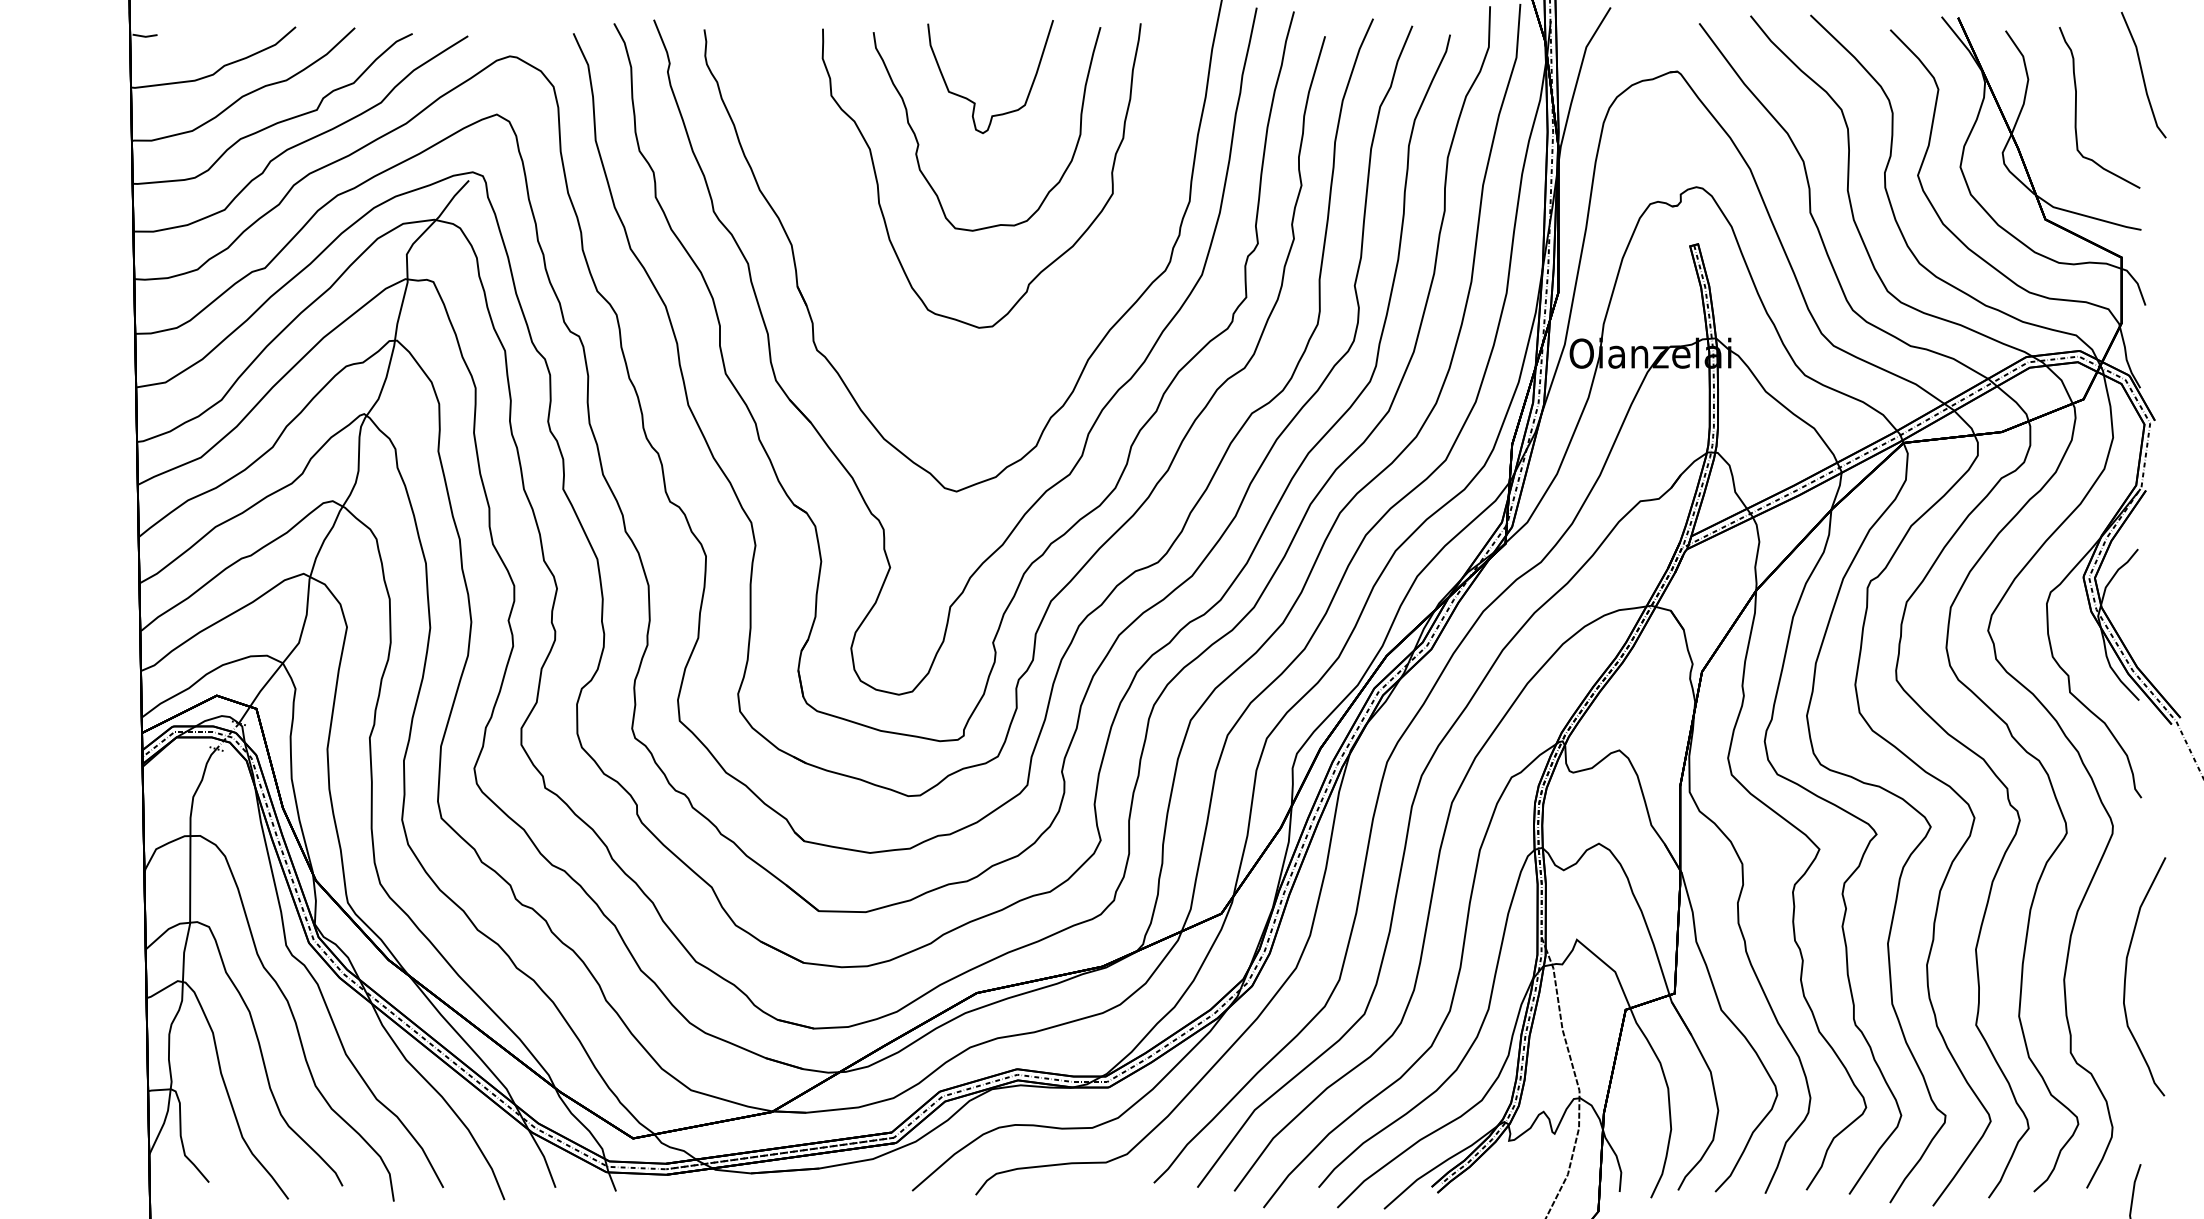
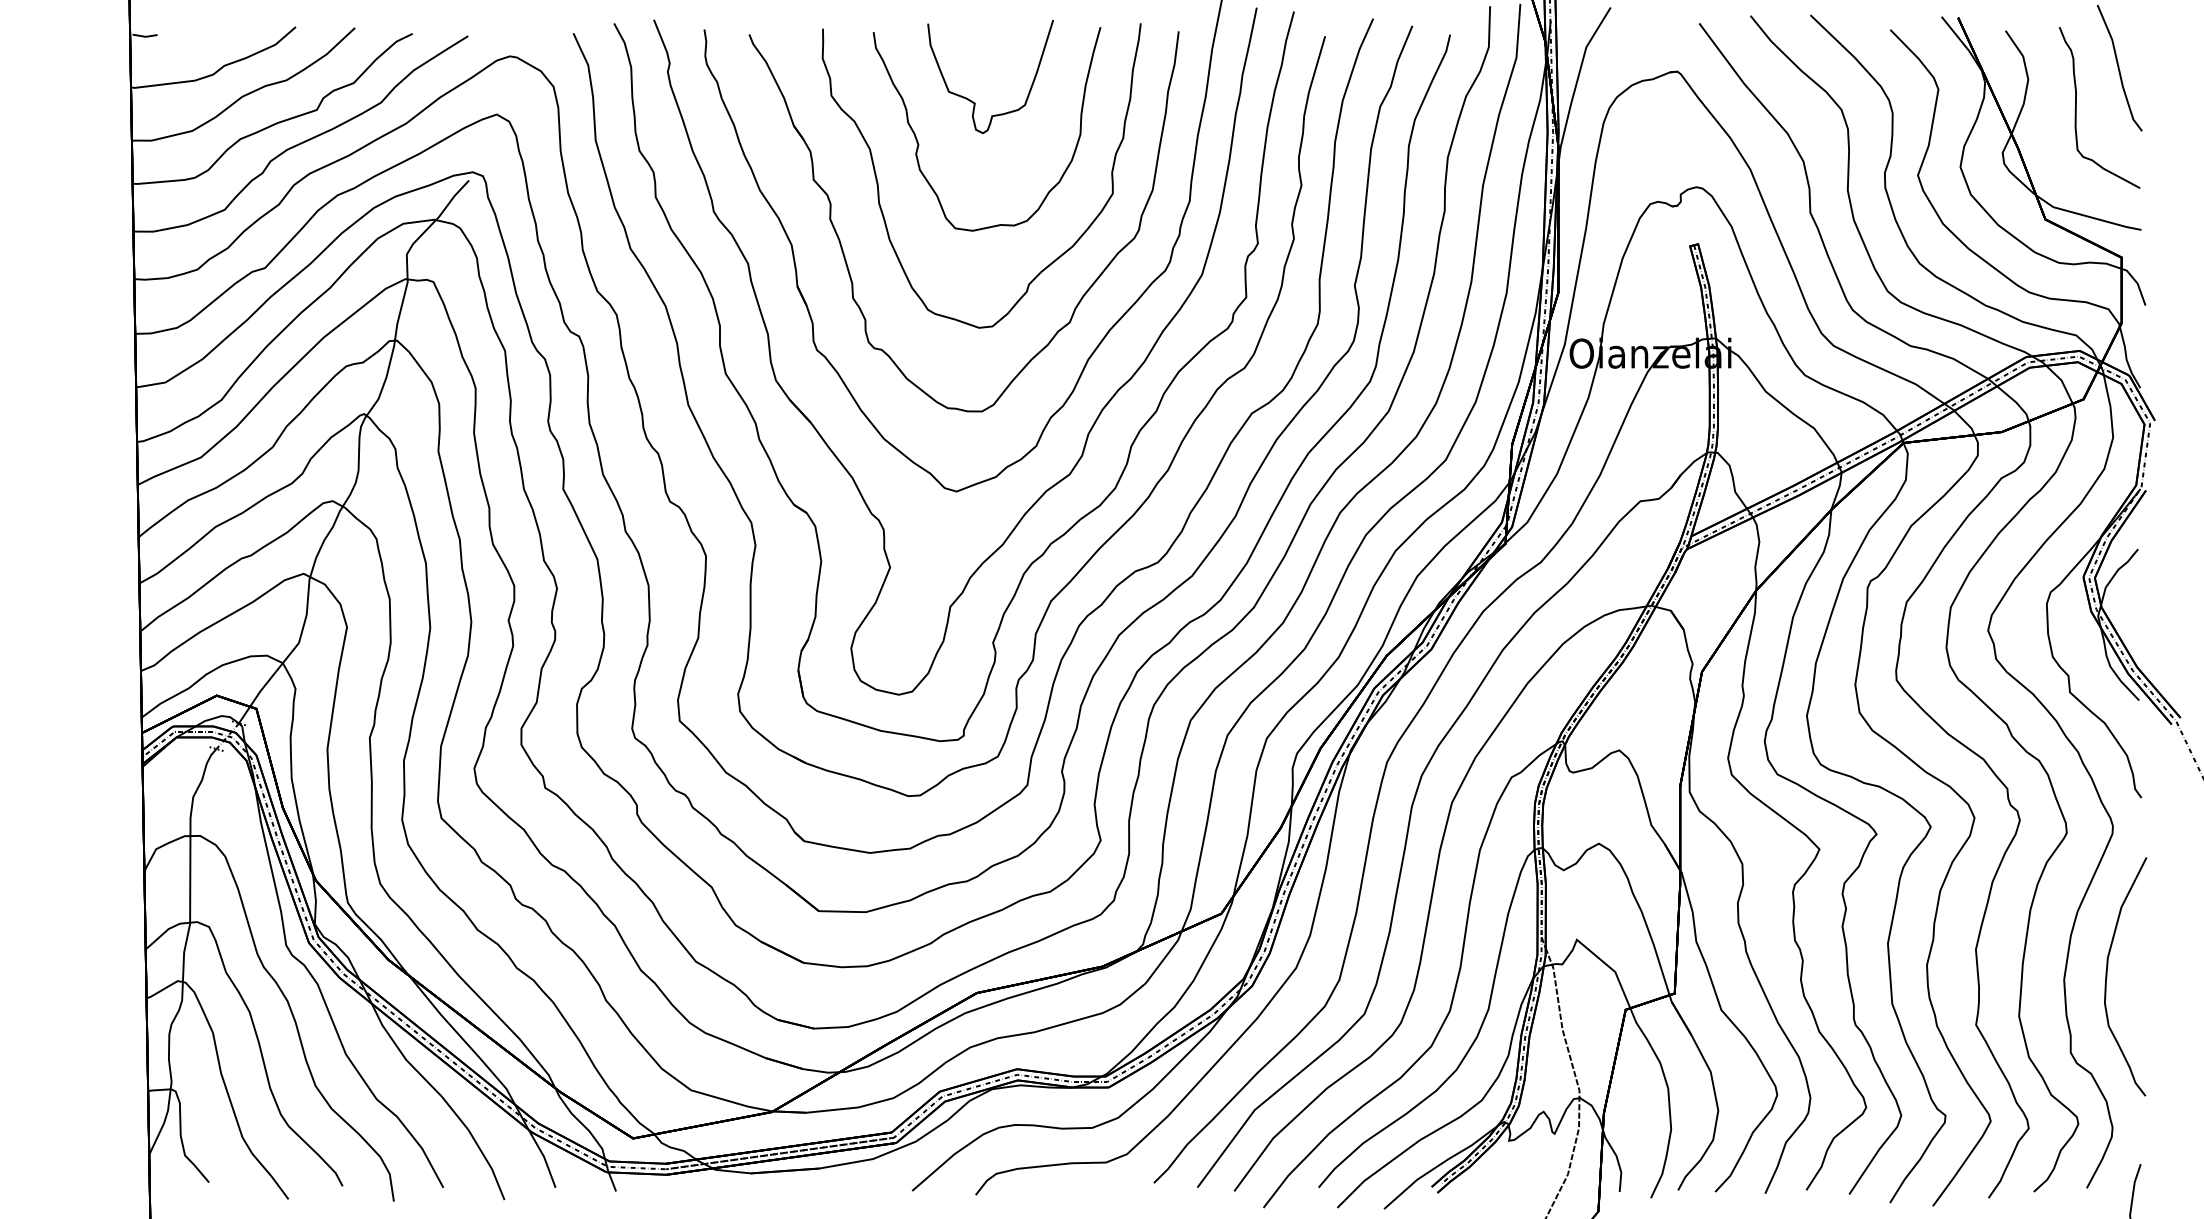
line at (2143, 74) position: (2143, 74) -> (2119, 67)
part at (846, 259): none -> present
curve at (2126, 976) position: (2126, 976) -> (2107, 976)
